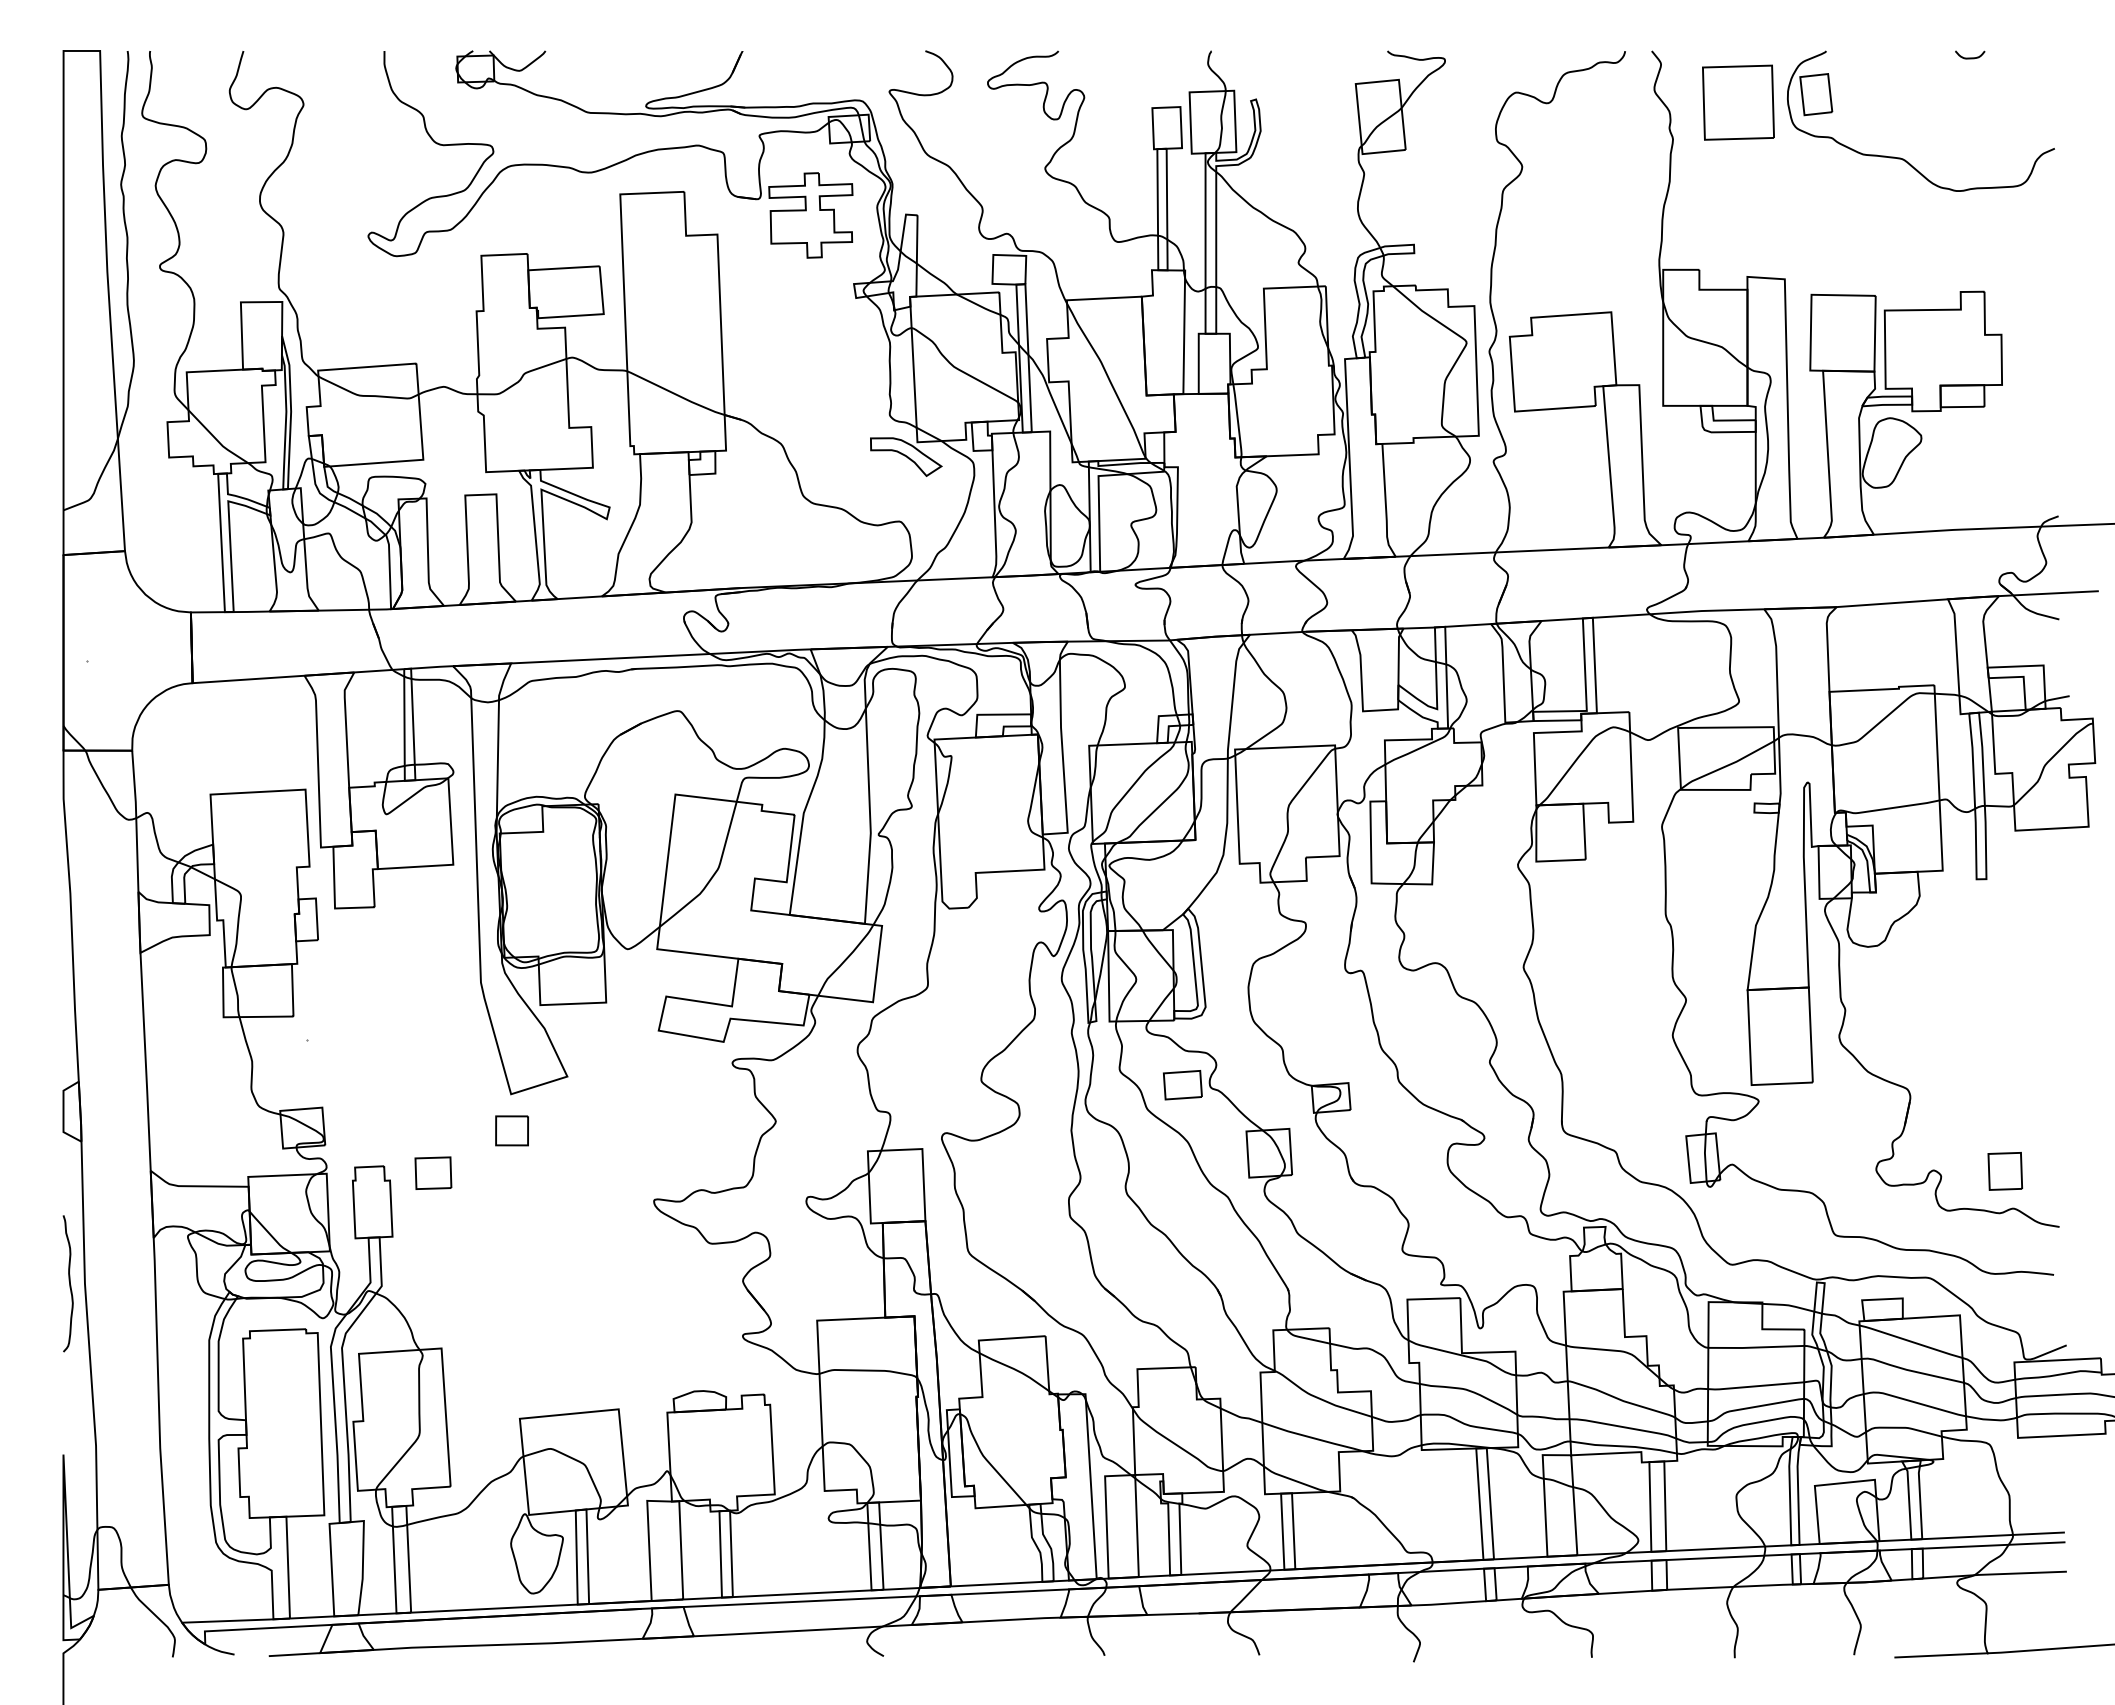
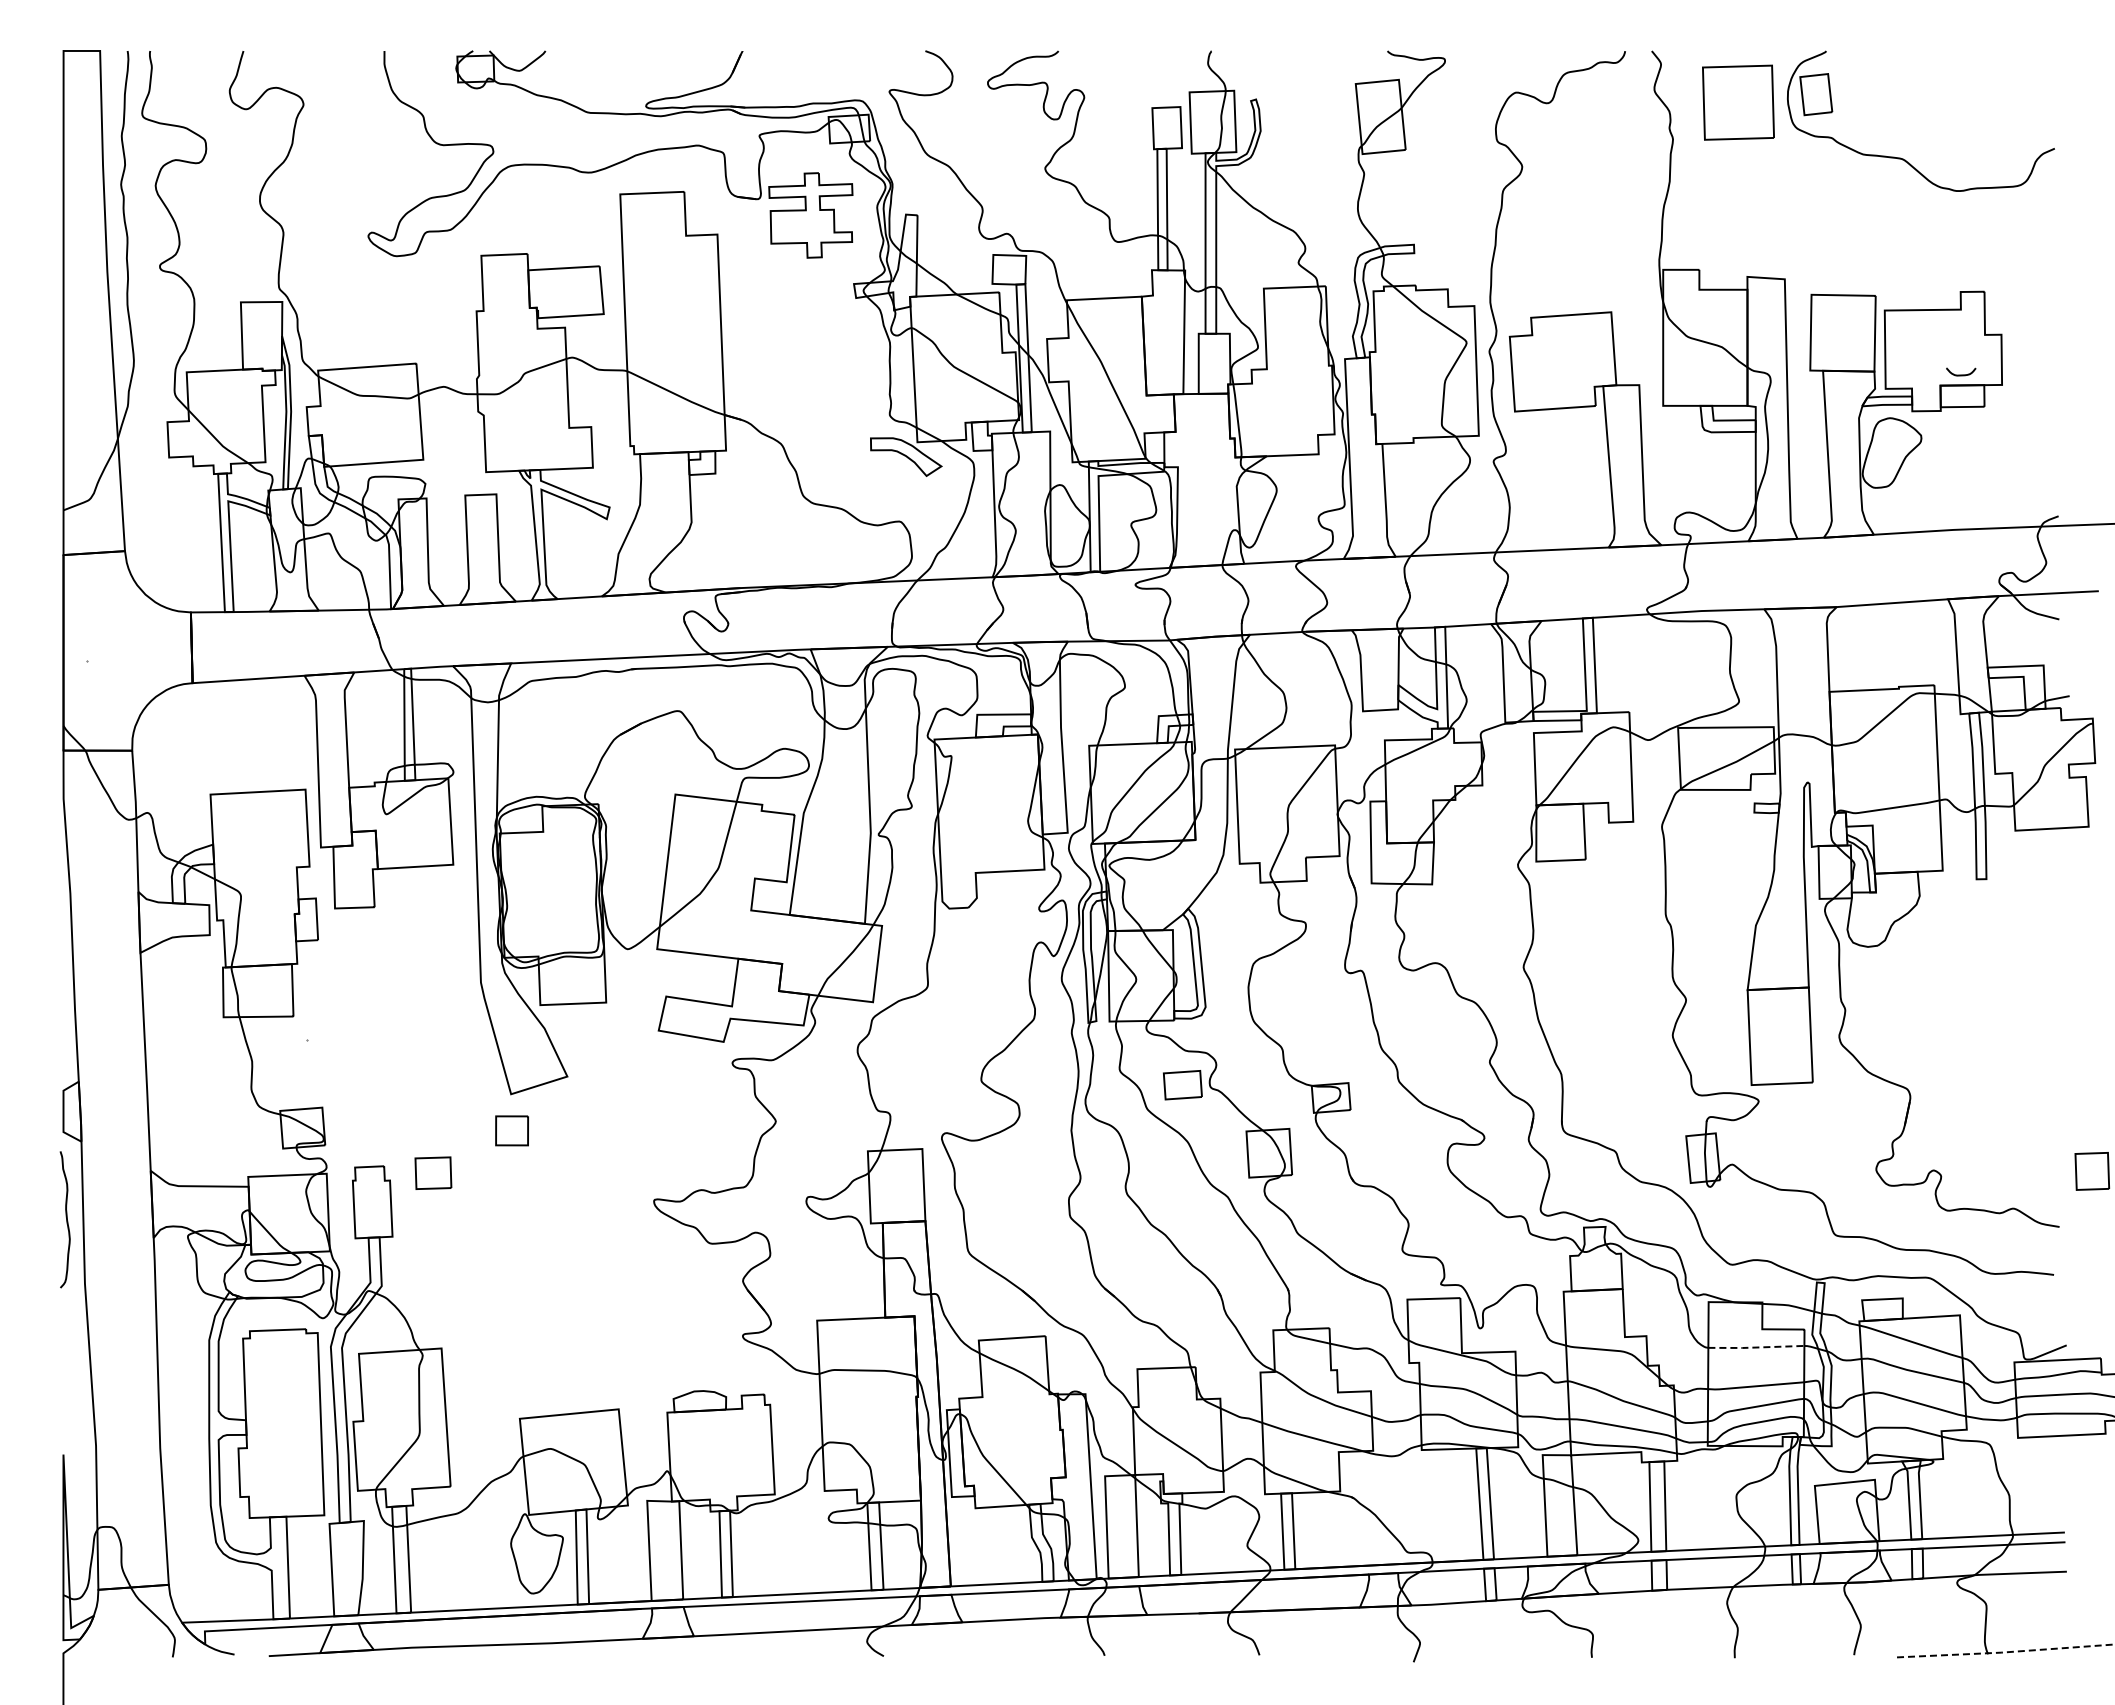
curve at (1970, 57) position: (1970, 57) -> (1961, 374)
part at (2005, 1171) position: (2005, 1171) -> (2092, 1171)
curve at (69, 1283) position: (69, 1283) -> (66, 1219)
line at (1755, 1347): solid -> dashed
line at (2004, 1652): solid -> dashed
